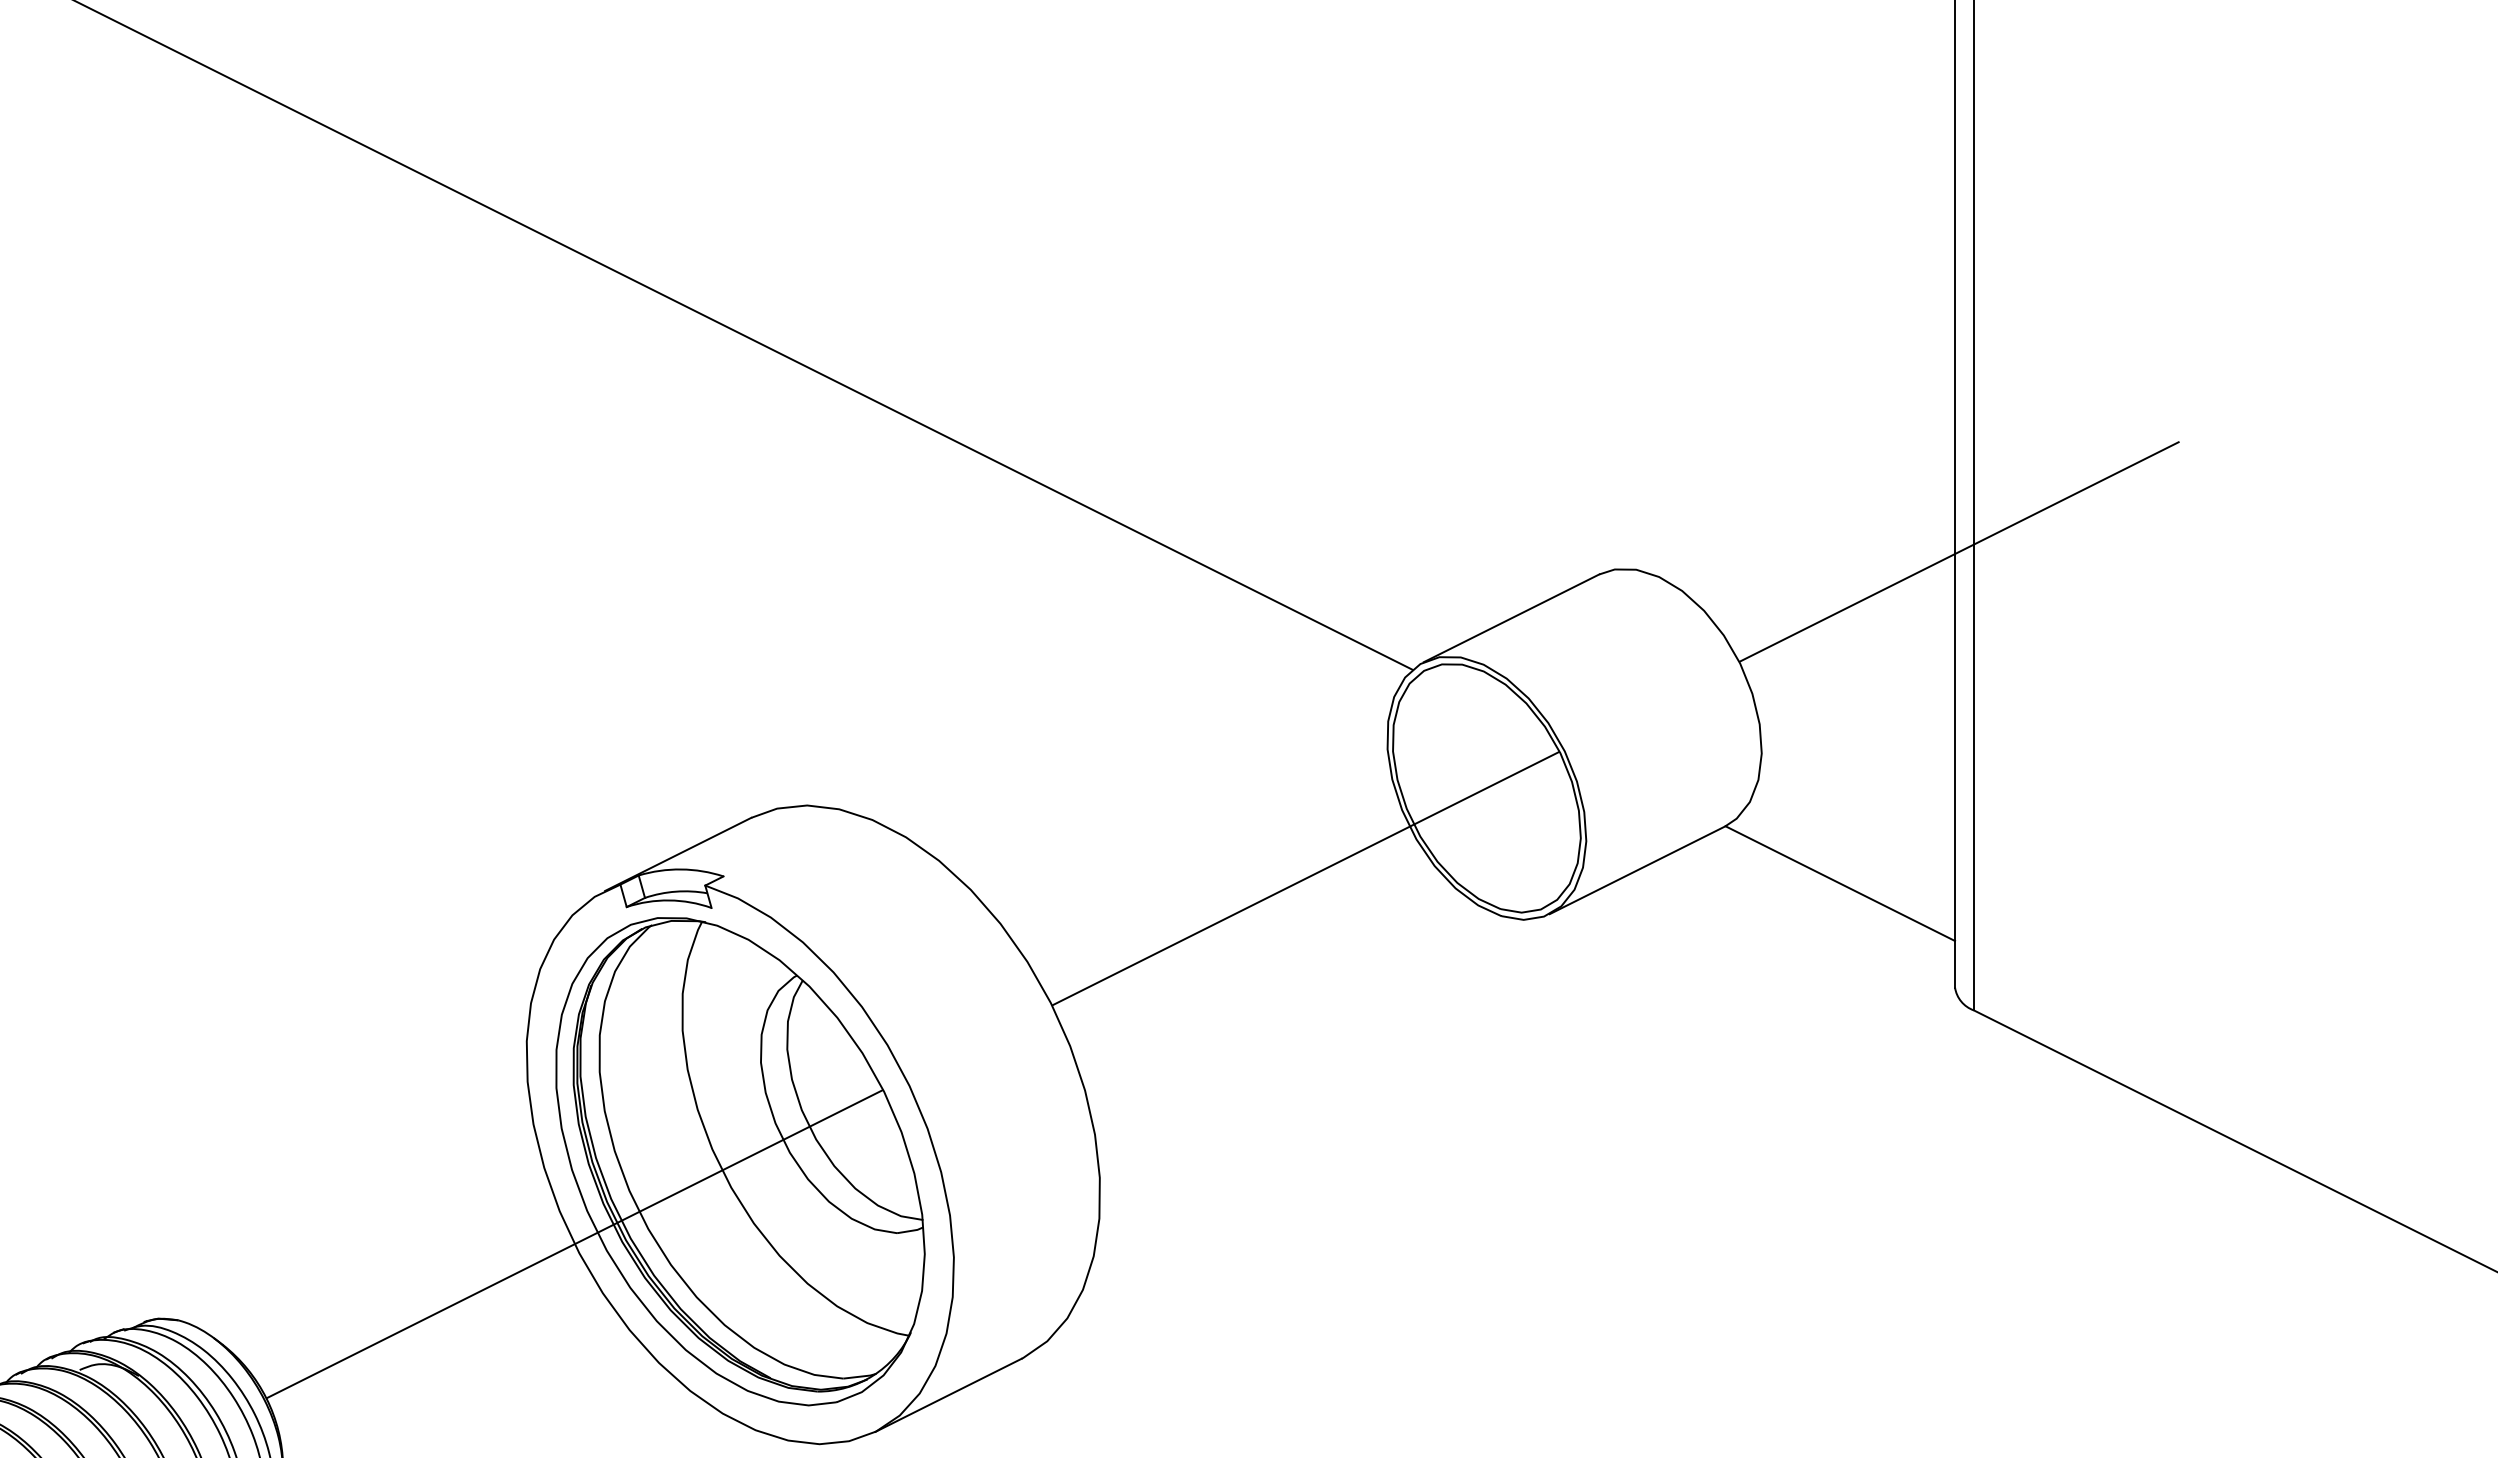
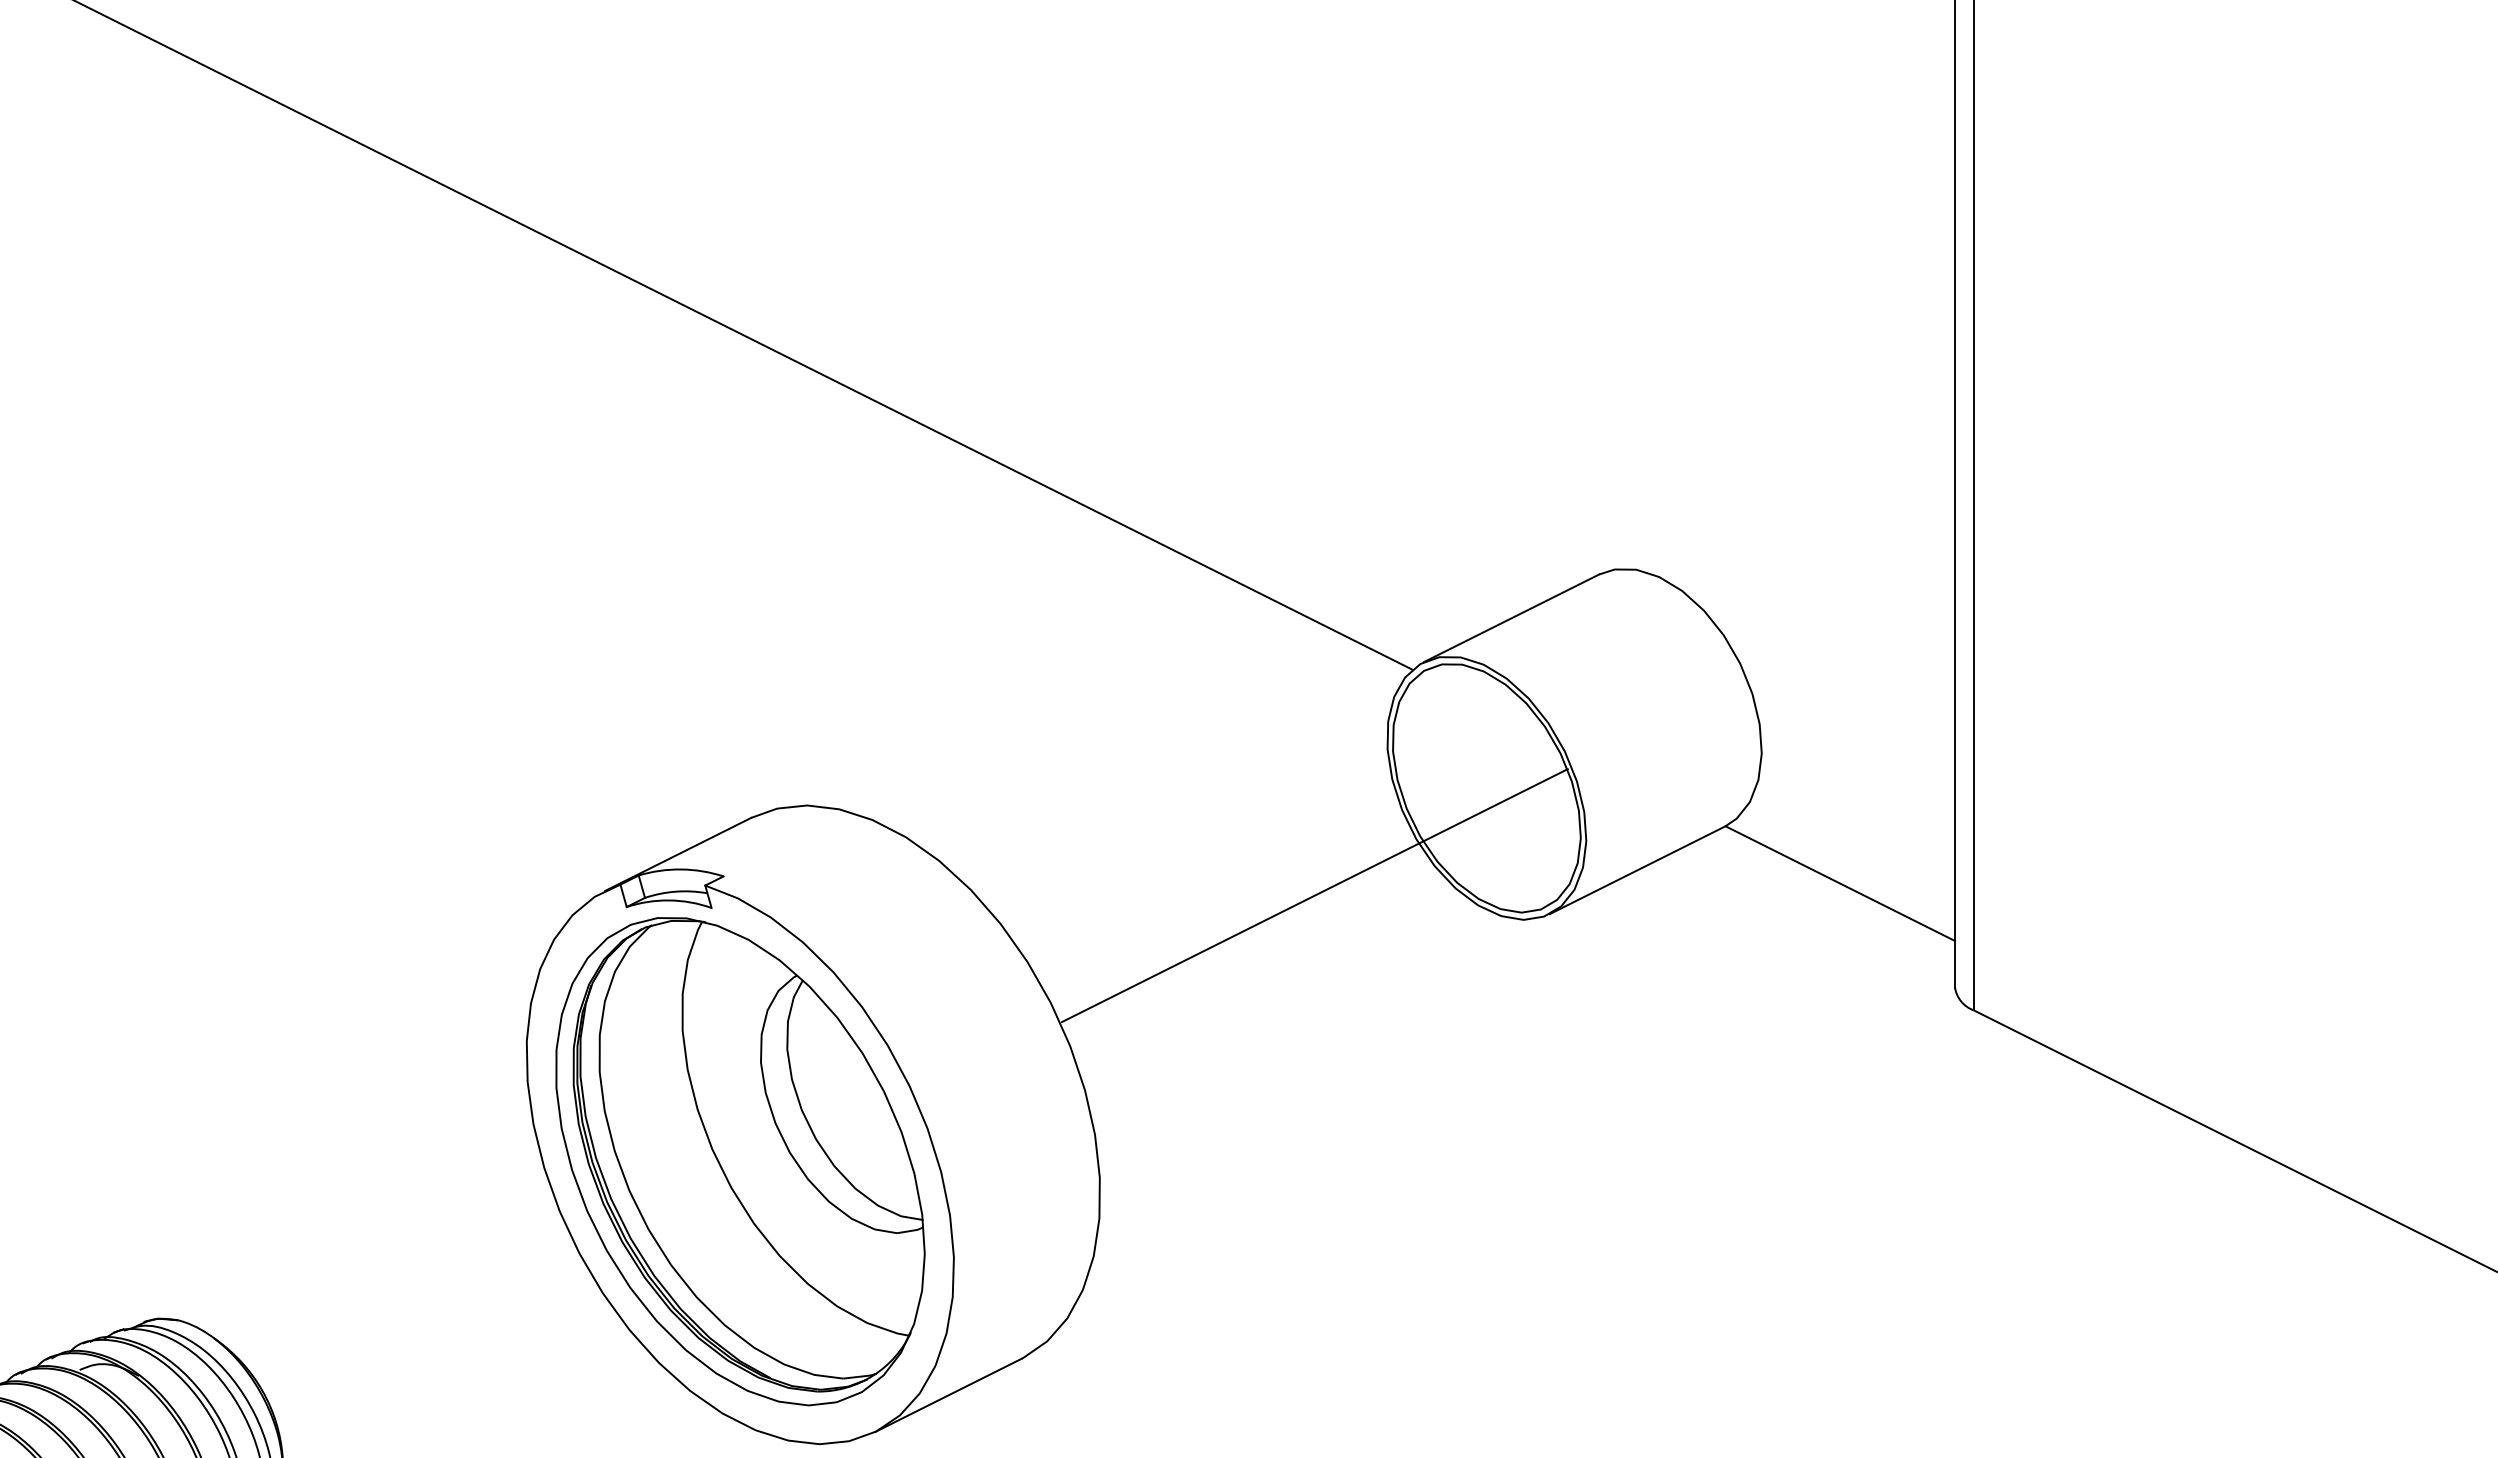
line at (1959, 551): present -> none
line at (1305, 878) position: (1305, 878) -> (1314, 895)
line at (574, 1243): present -> none
